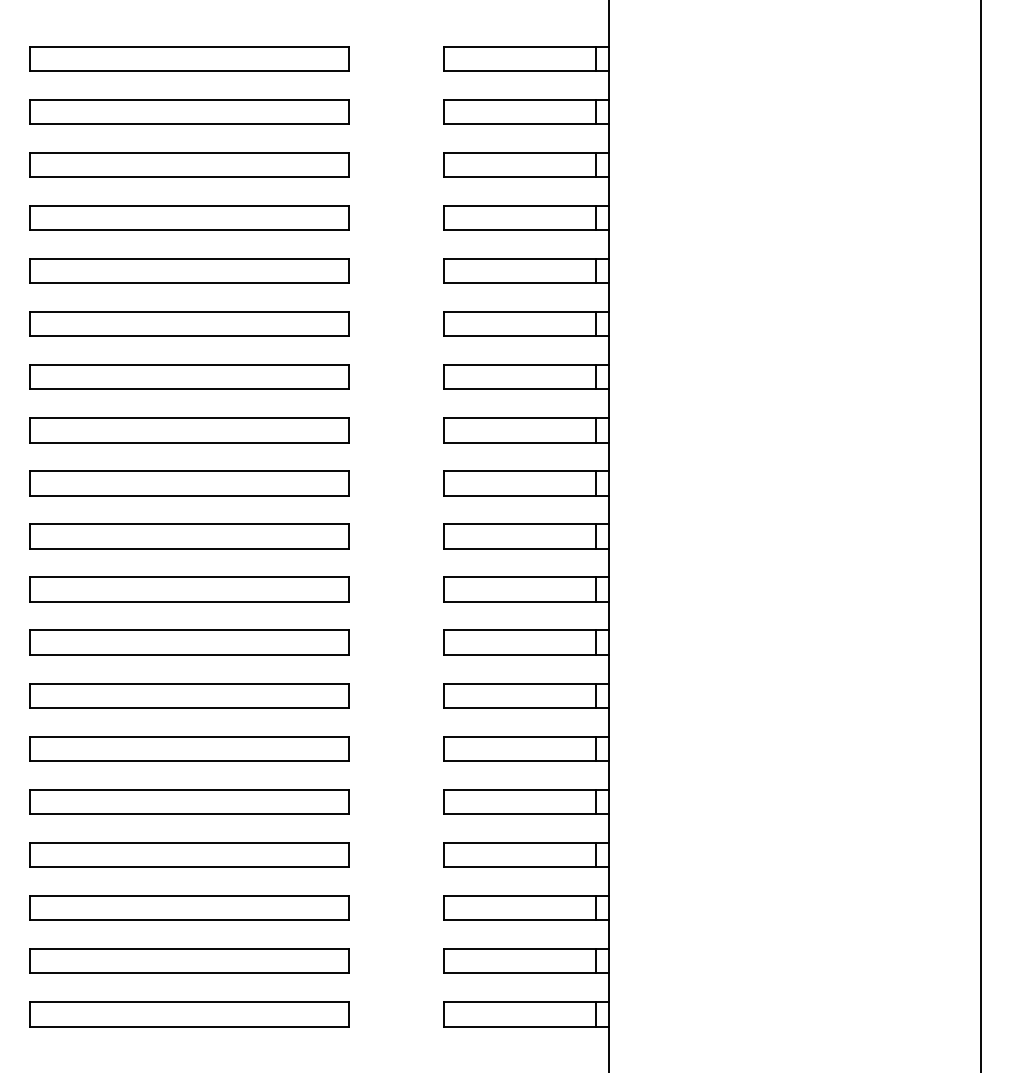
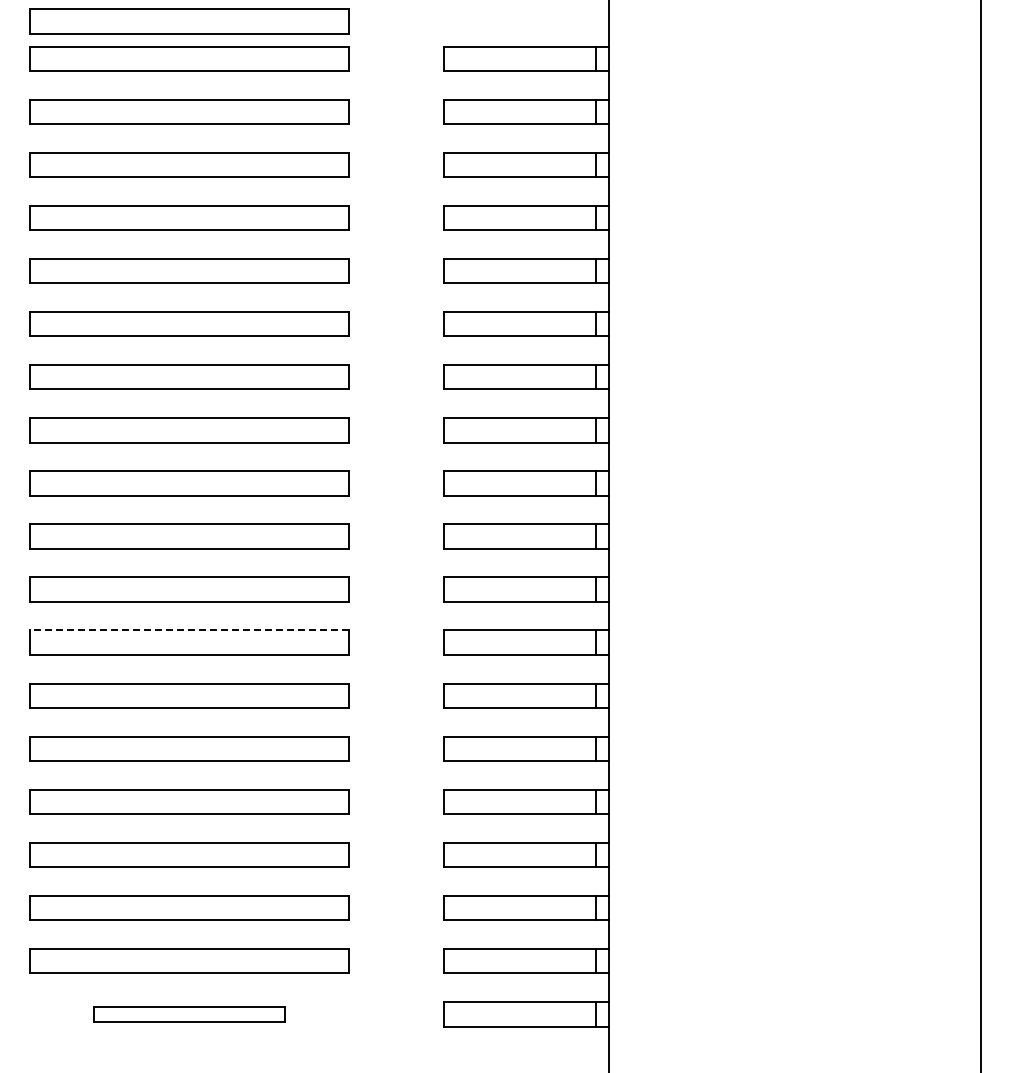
part at (189, 21): none -> present
line at (189, 630): solid -> dashed
part at (189, 1014) size: 321x27 px -> 193x17 px
